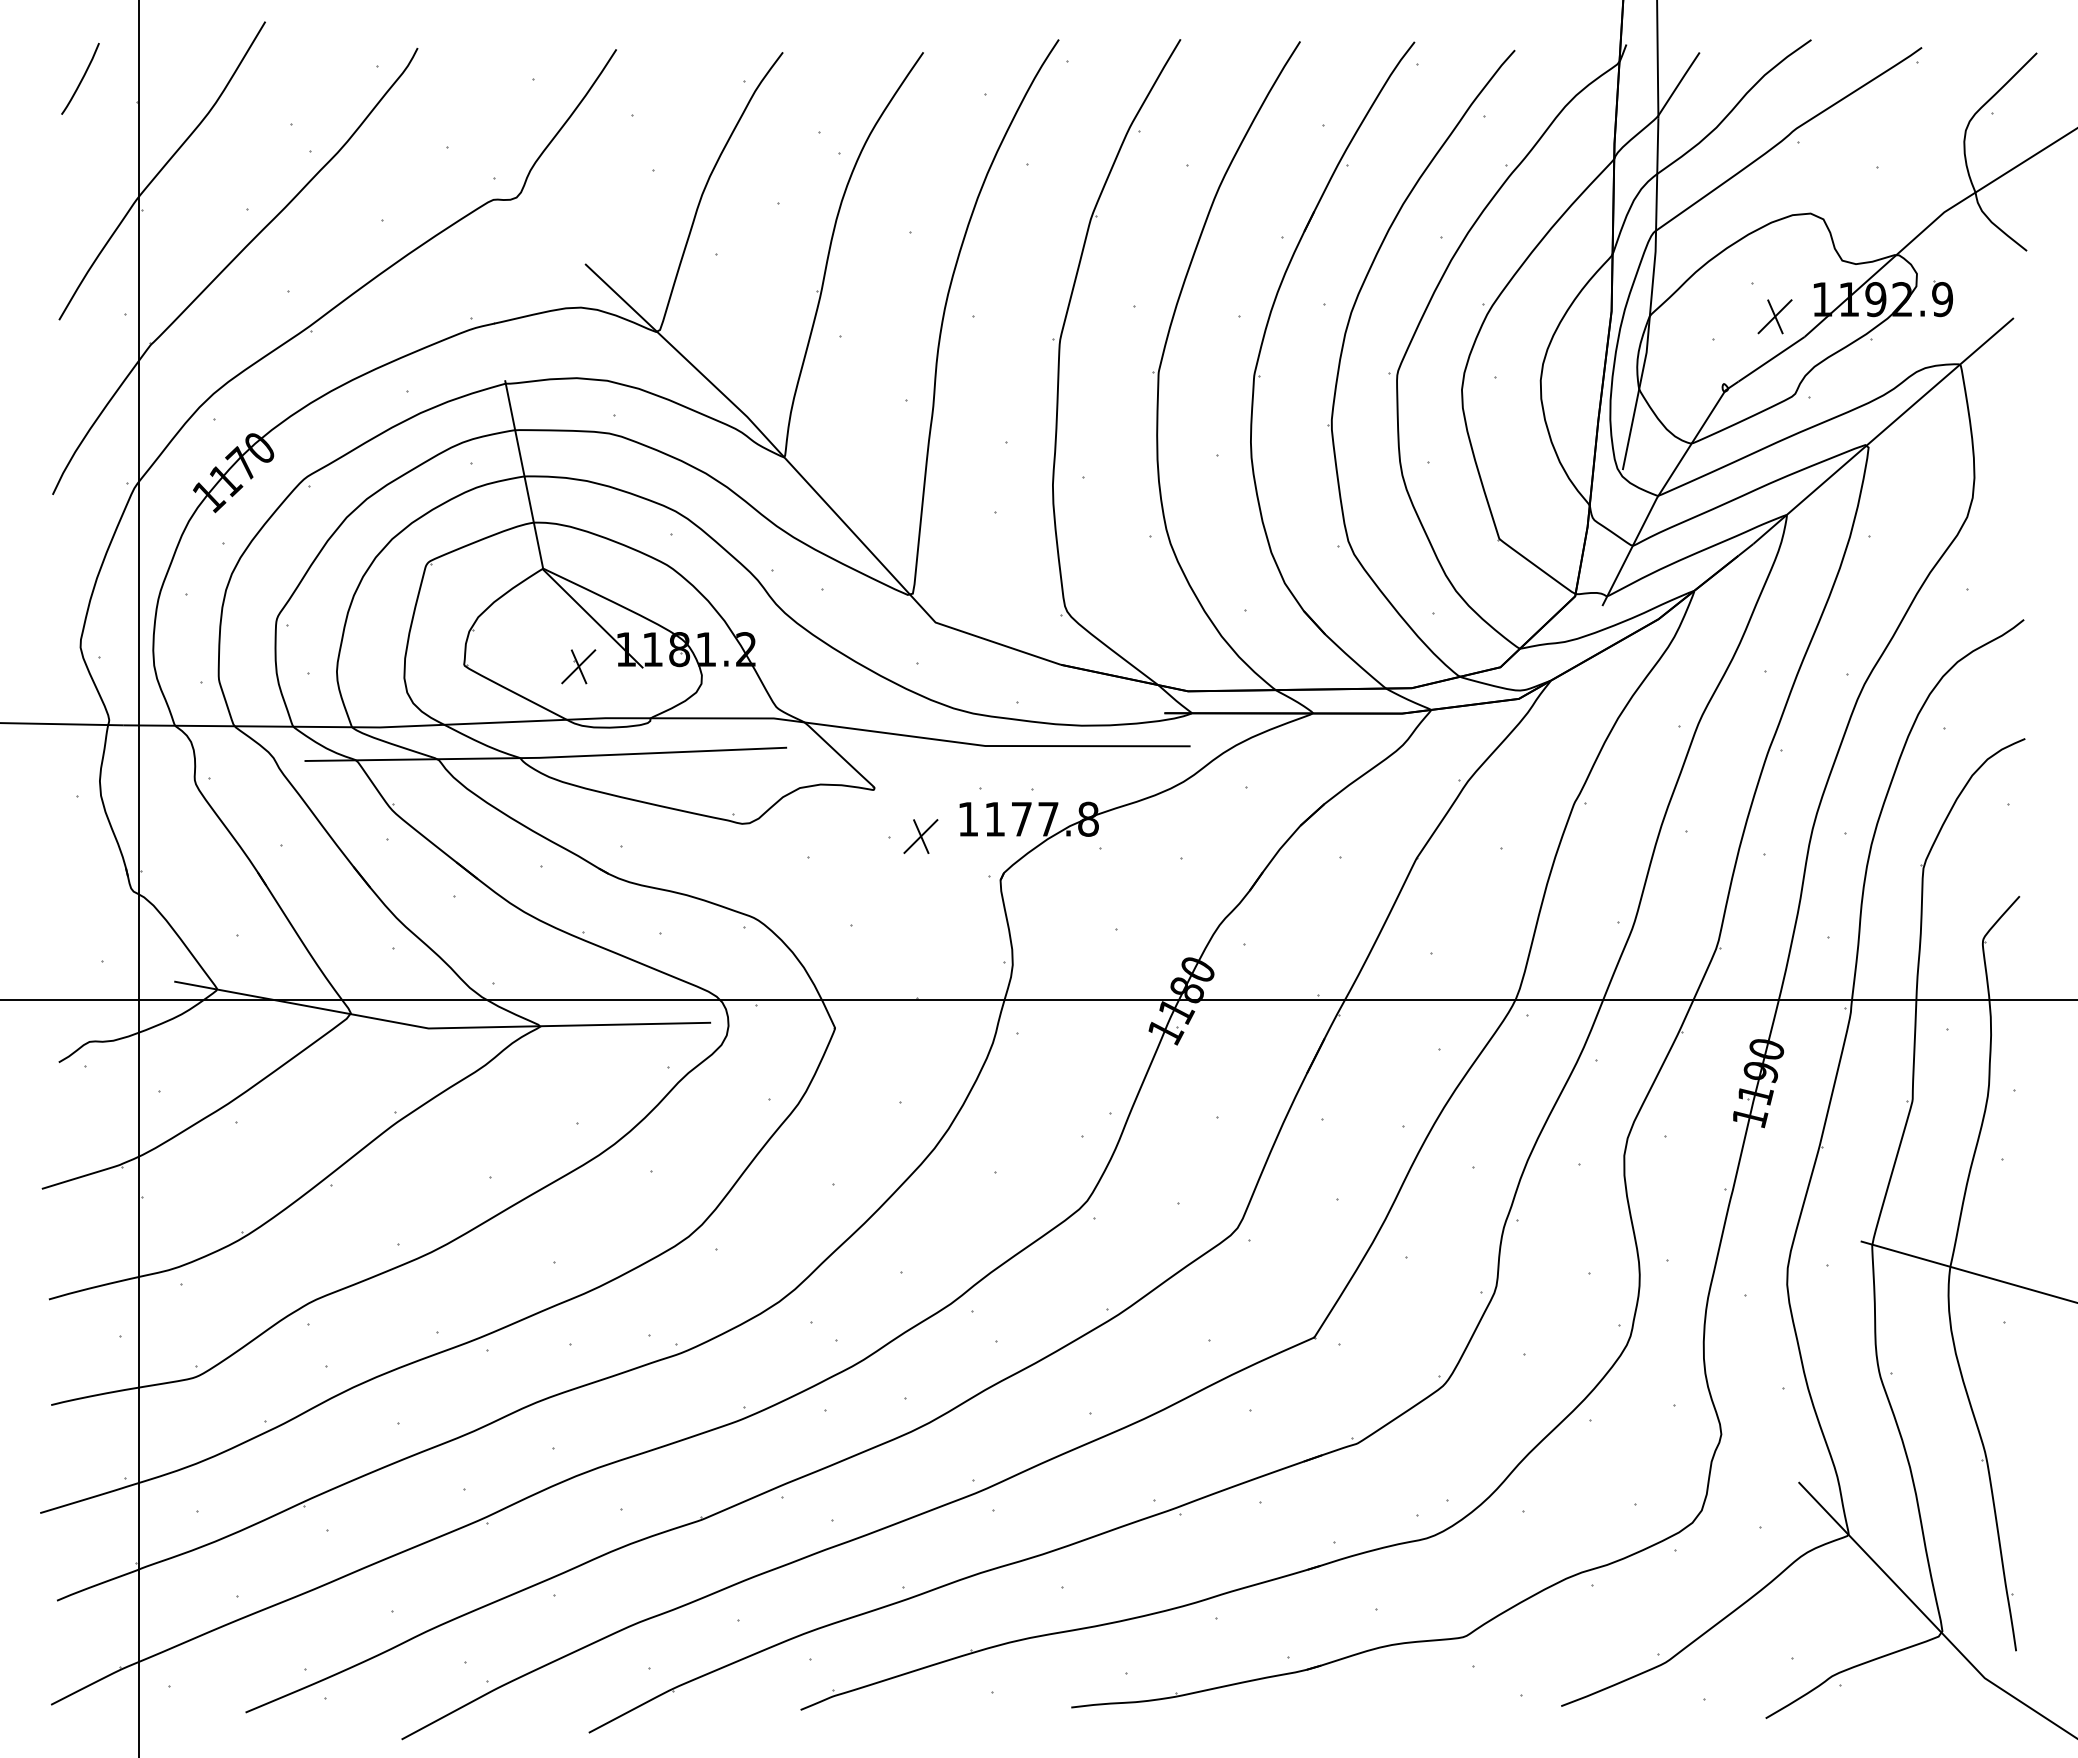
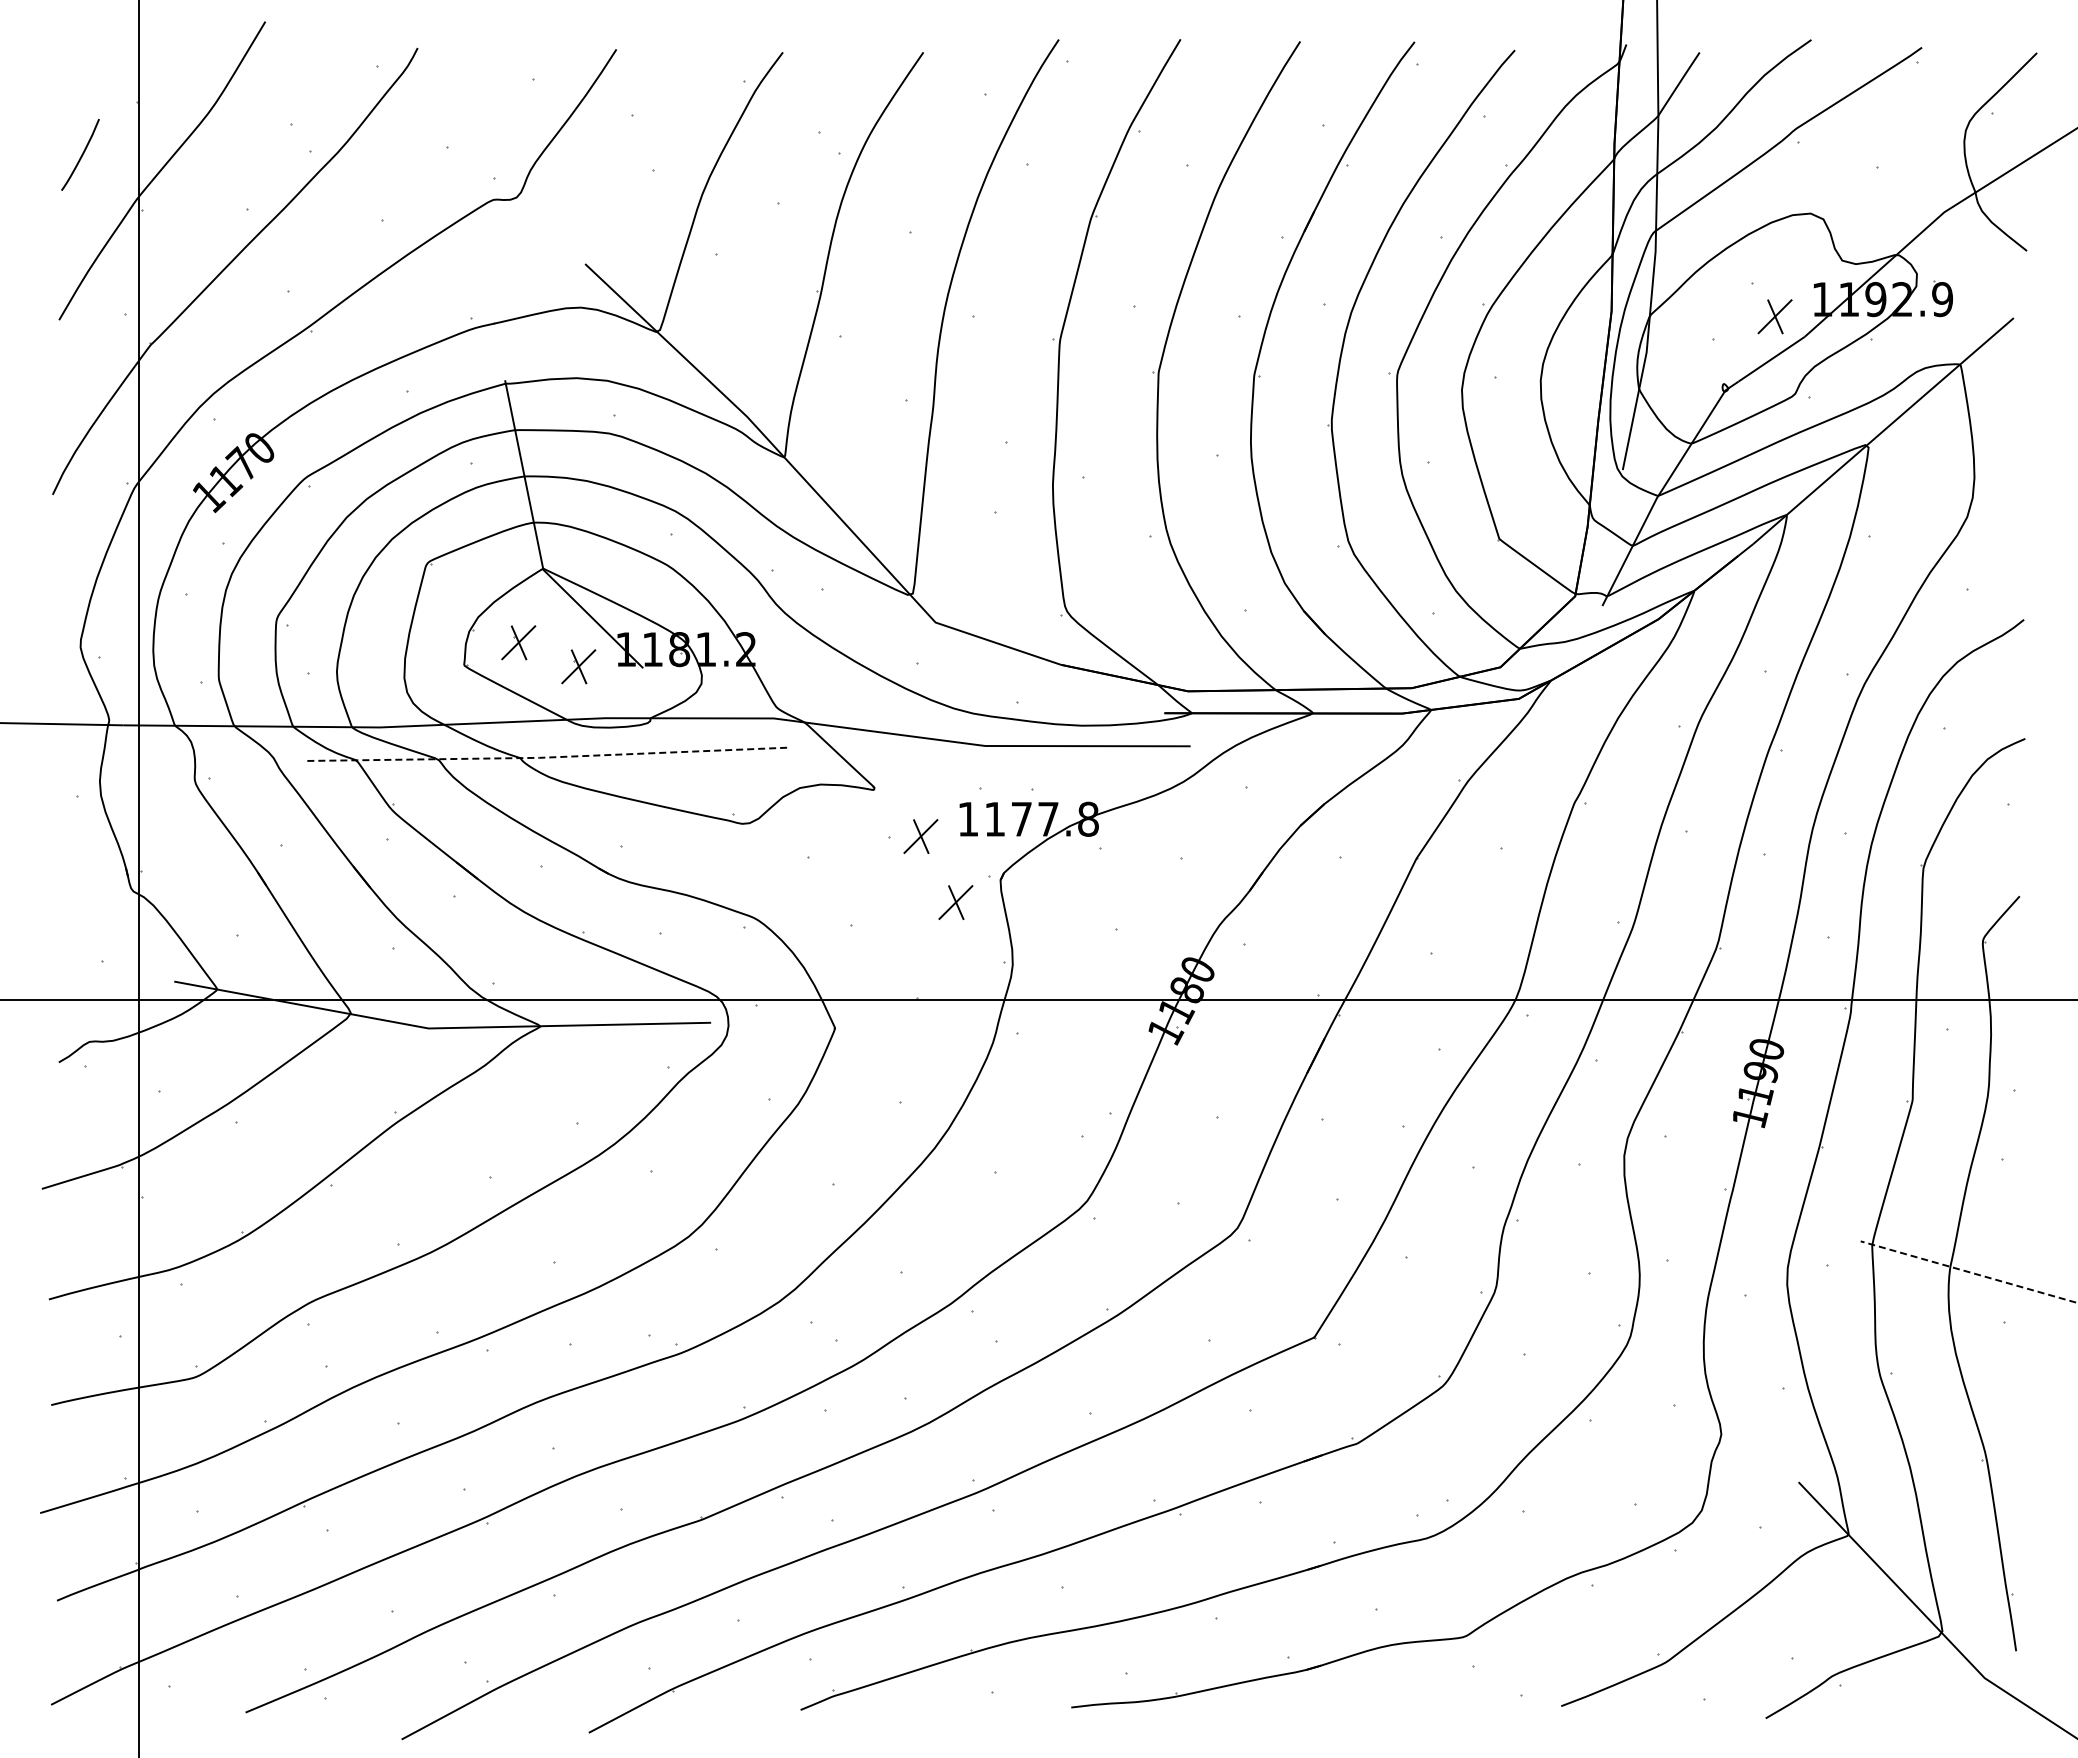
curve at (81, 78) position: (81, 78) -> (81, 154)
part at (518, 642): none -> present
line at (544, 757): solid -> dashed
part at (955, 902): none -> present
line at (1968, 1271): solid -> dashed
